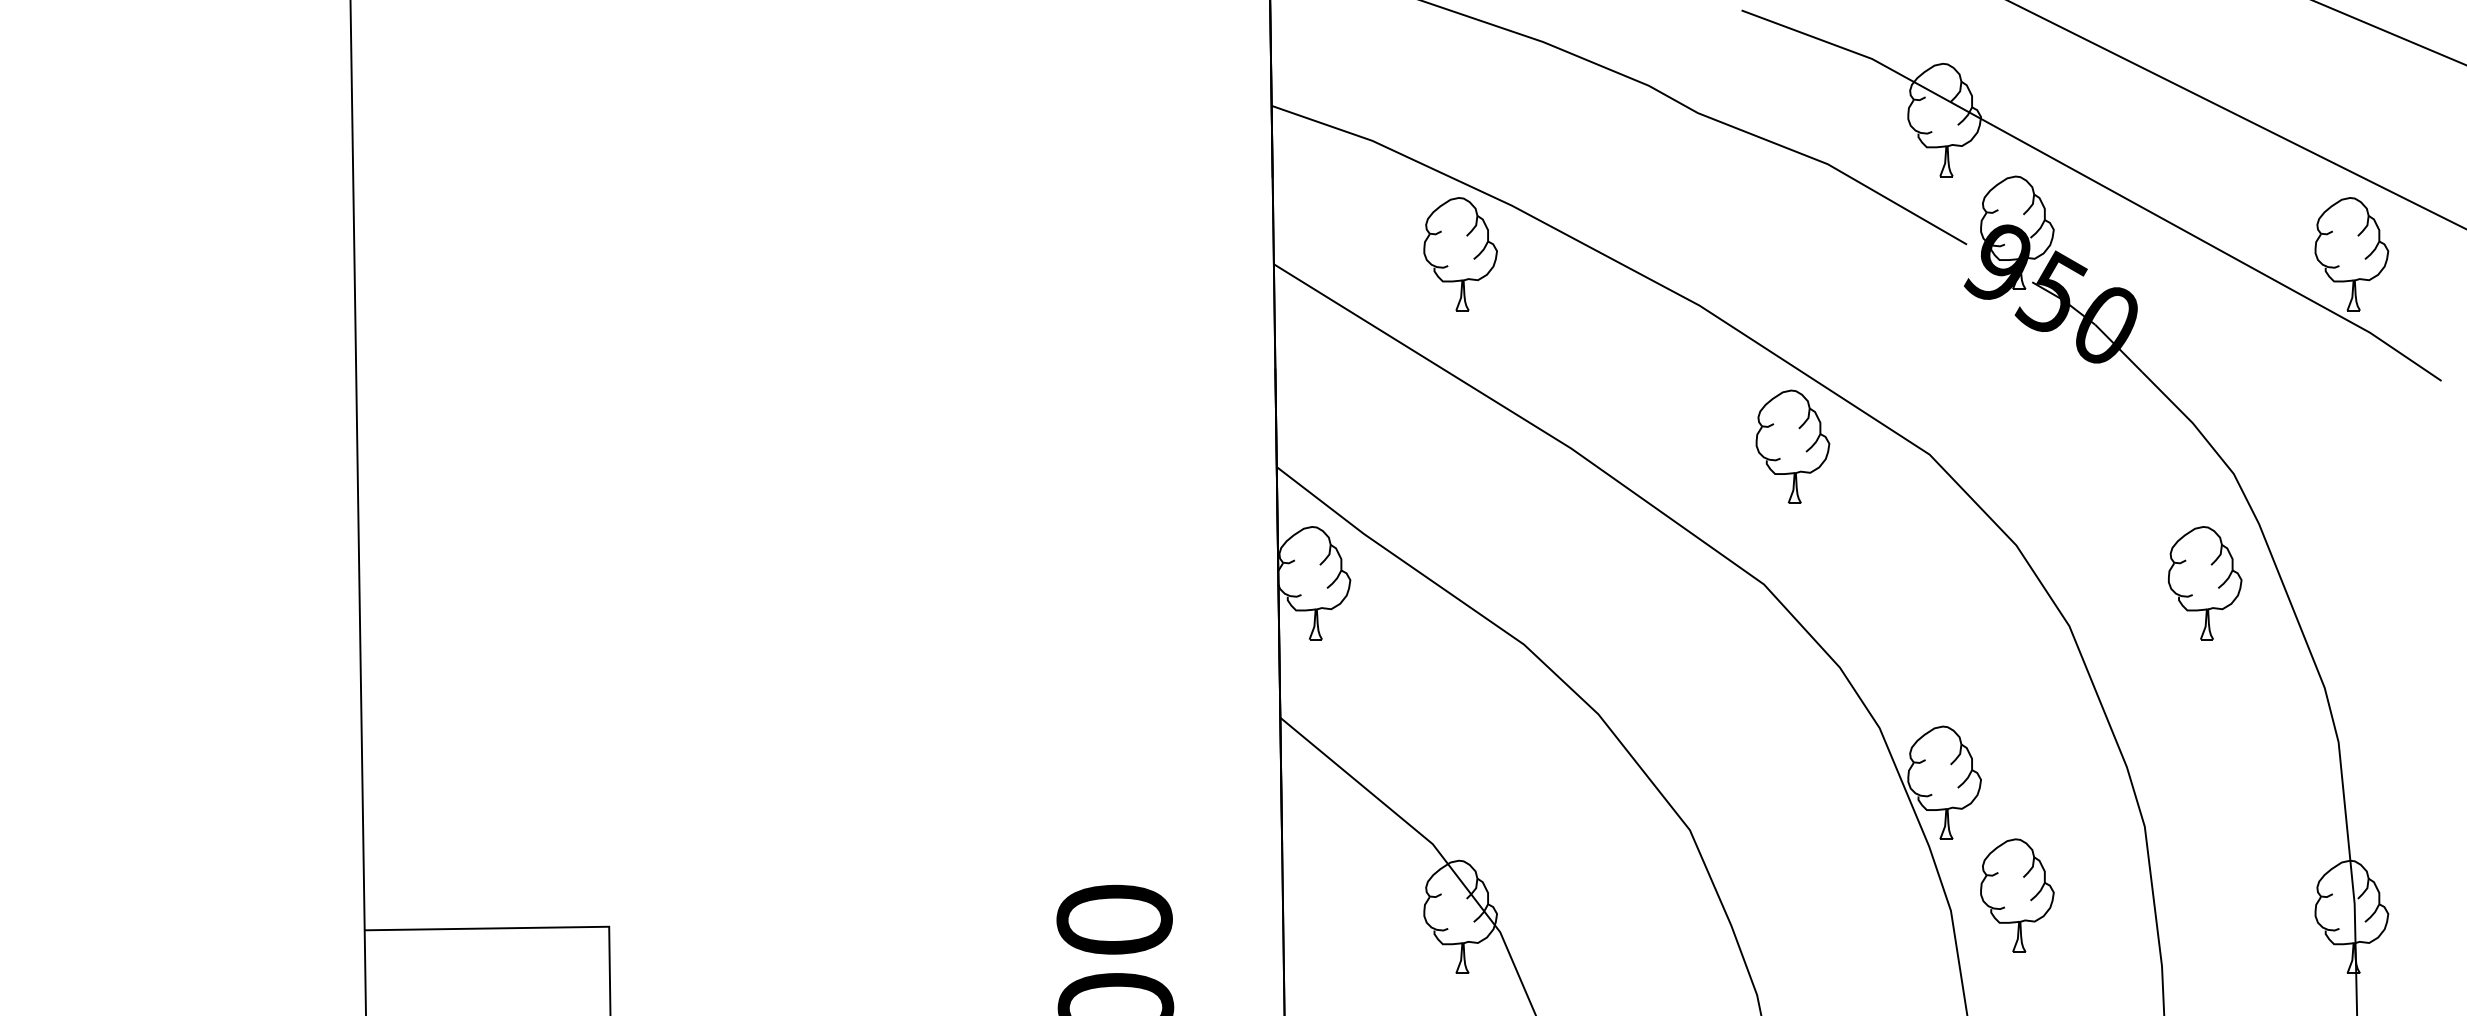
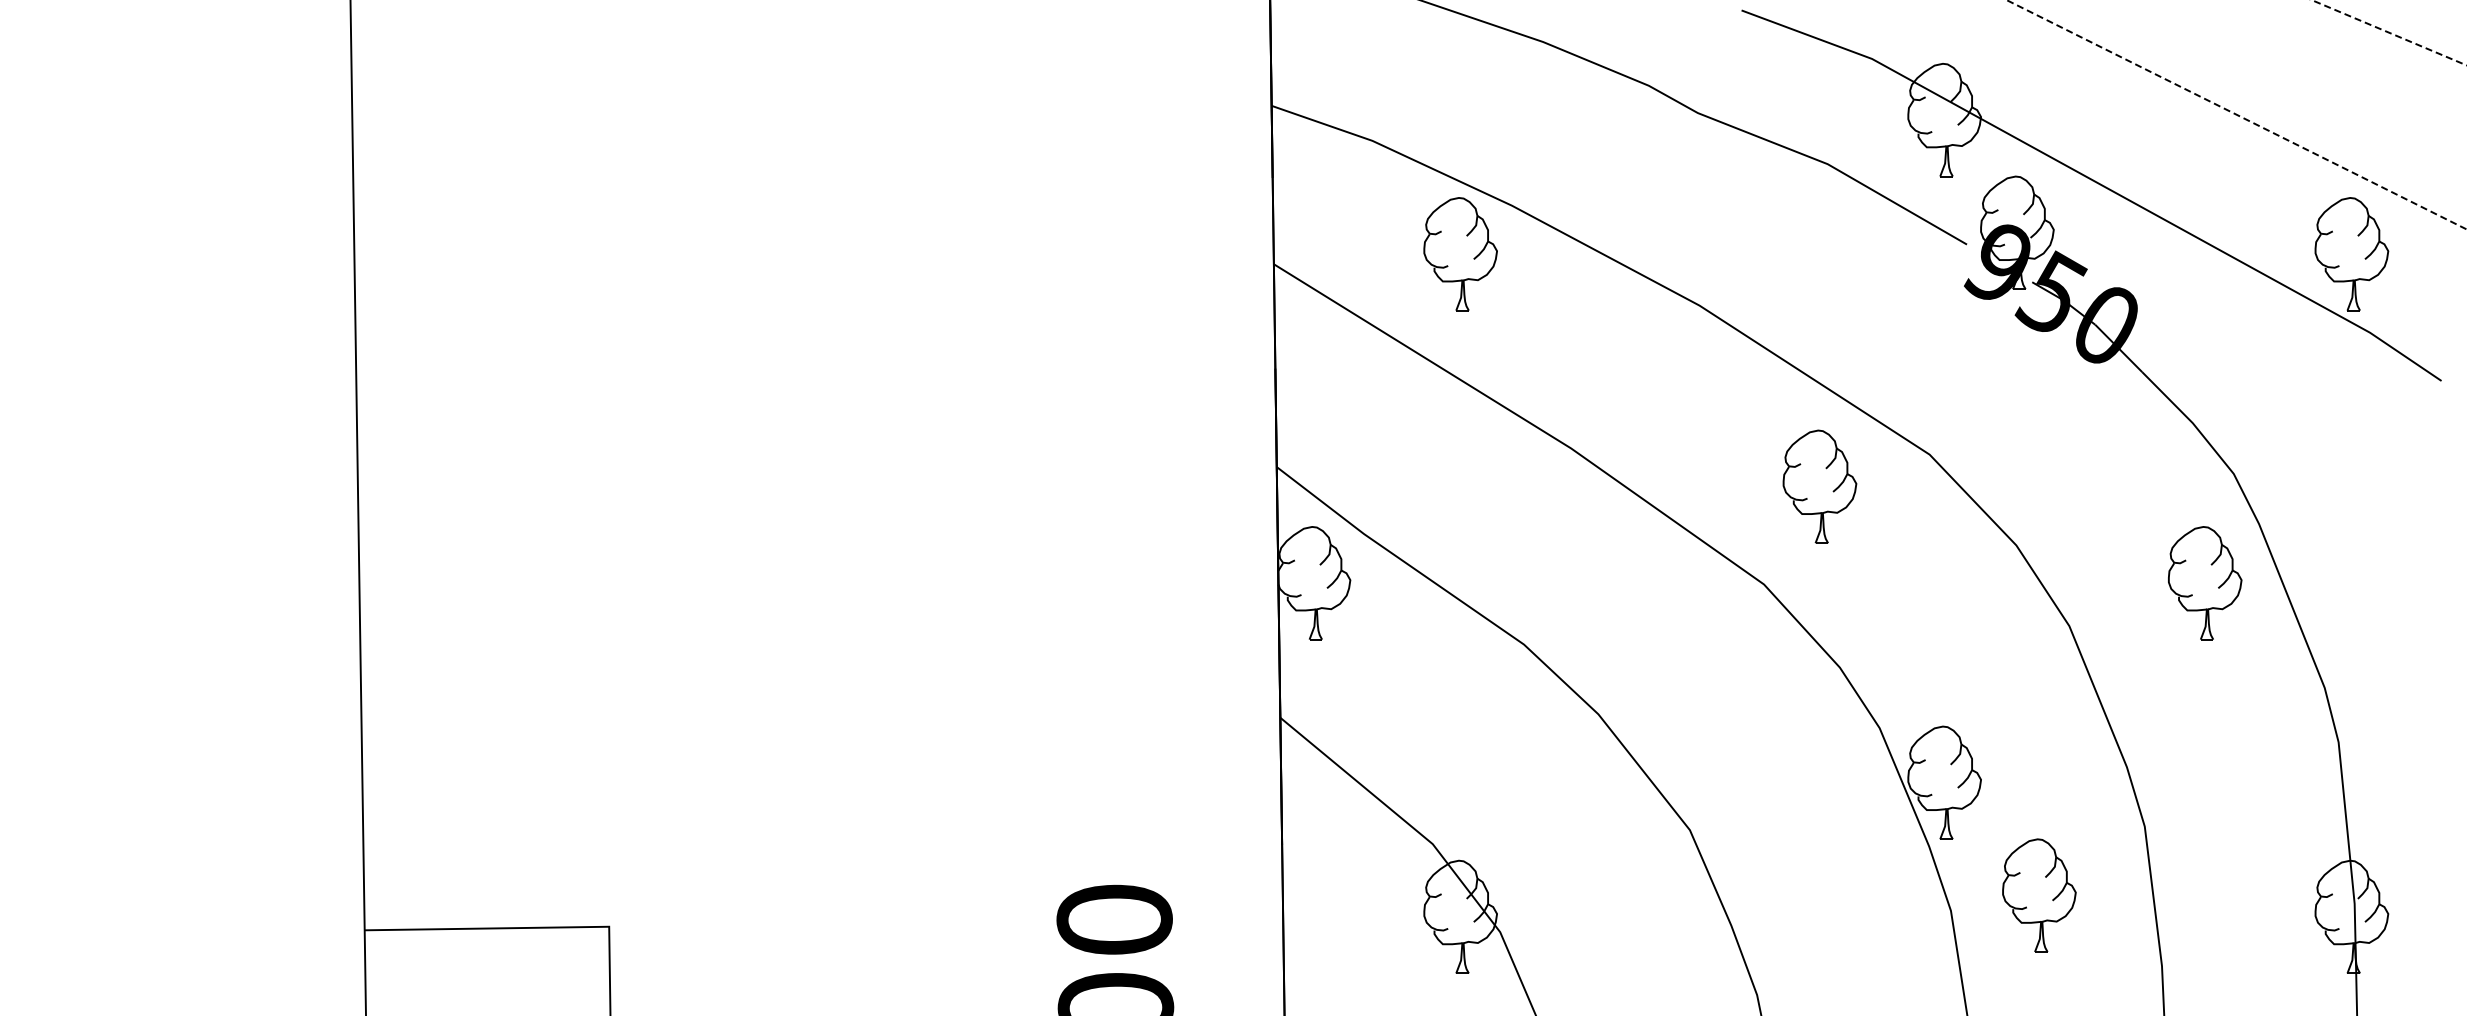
line at (2388, 32): solid -> dashed
line at (2236, 114): solid -> dashed
part at (1792, 446) position: (1792, 446) -> (1819, 486)
part at (2017, 895) position: (2017, 895) -> (2039, 895)
